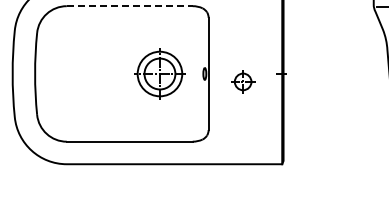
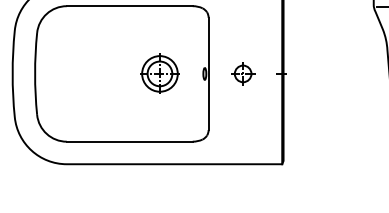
line at (129, 6): dashed -> solid
part at (159, 73) size: 52x52 px -> 40x41 px
part at (243, 81) position: (243, 81) -> (243, 73)
